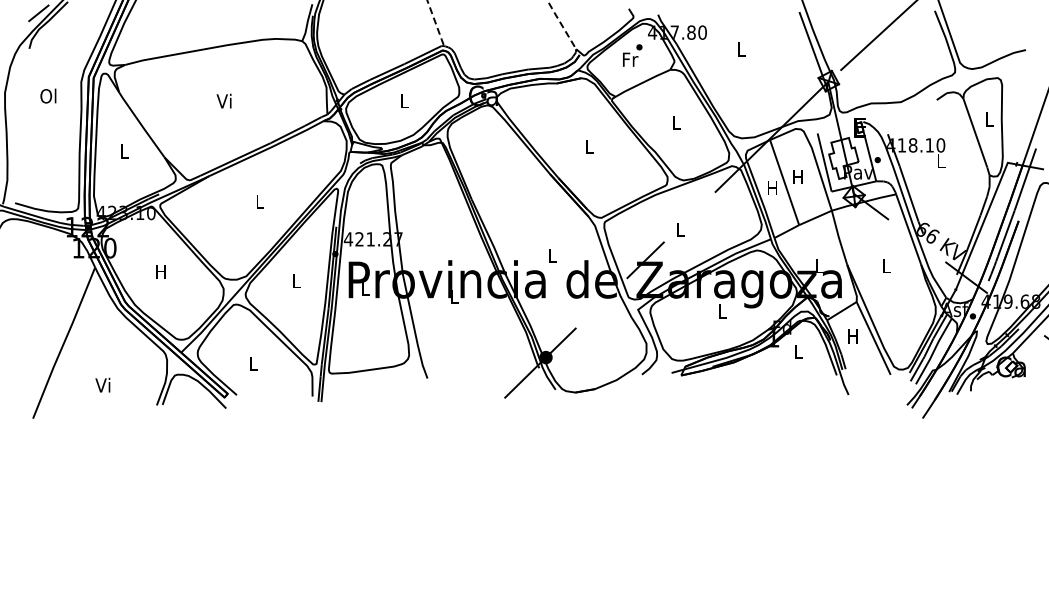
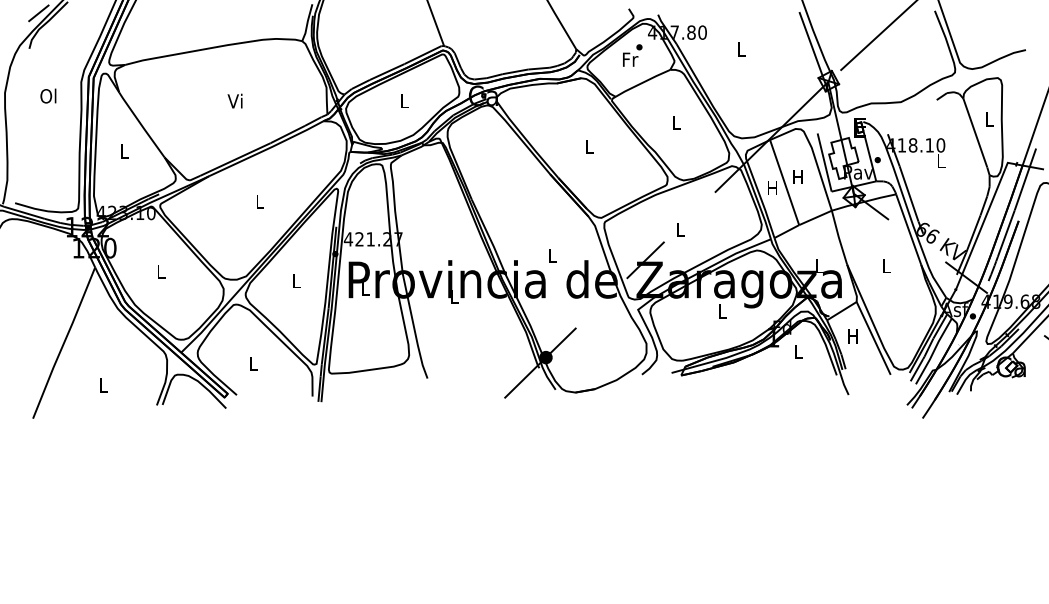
line at (435, 23): dashed -> solid
line at (561, 24): dashed -> solid
text at (223, 100) position: (223, 100) -> (234, 100)
text at (160, 271): H -> L
text at (102, 384): Vi -> L
